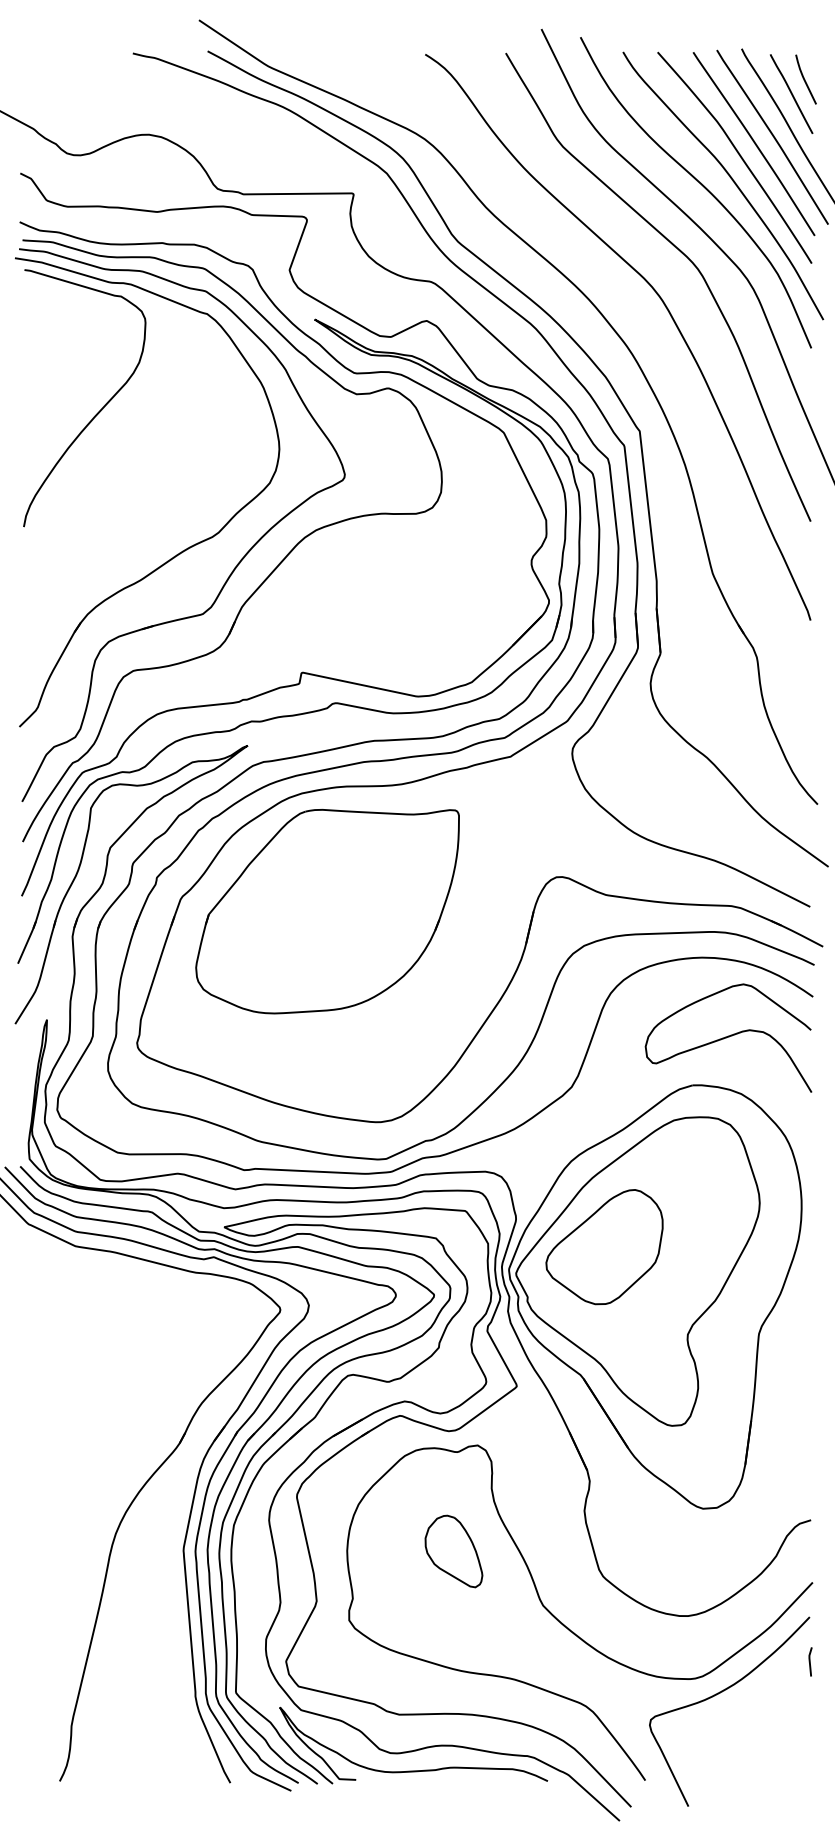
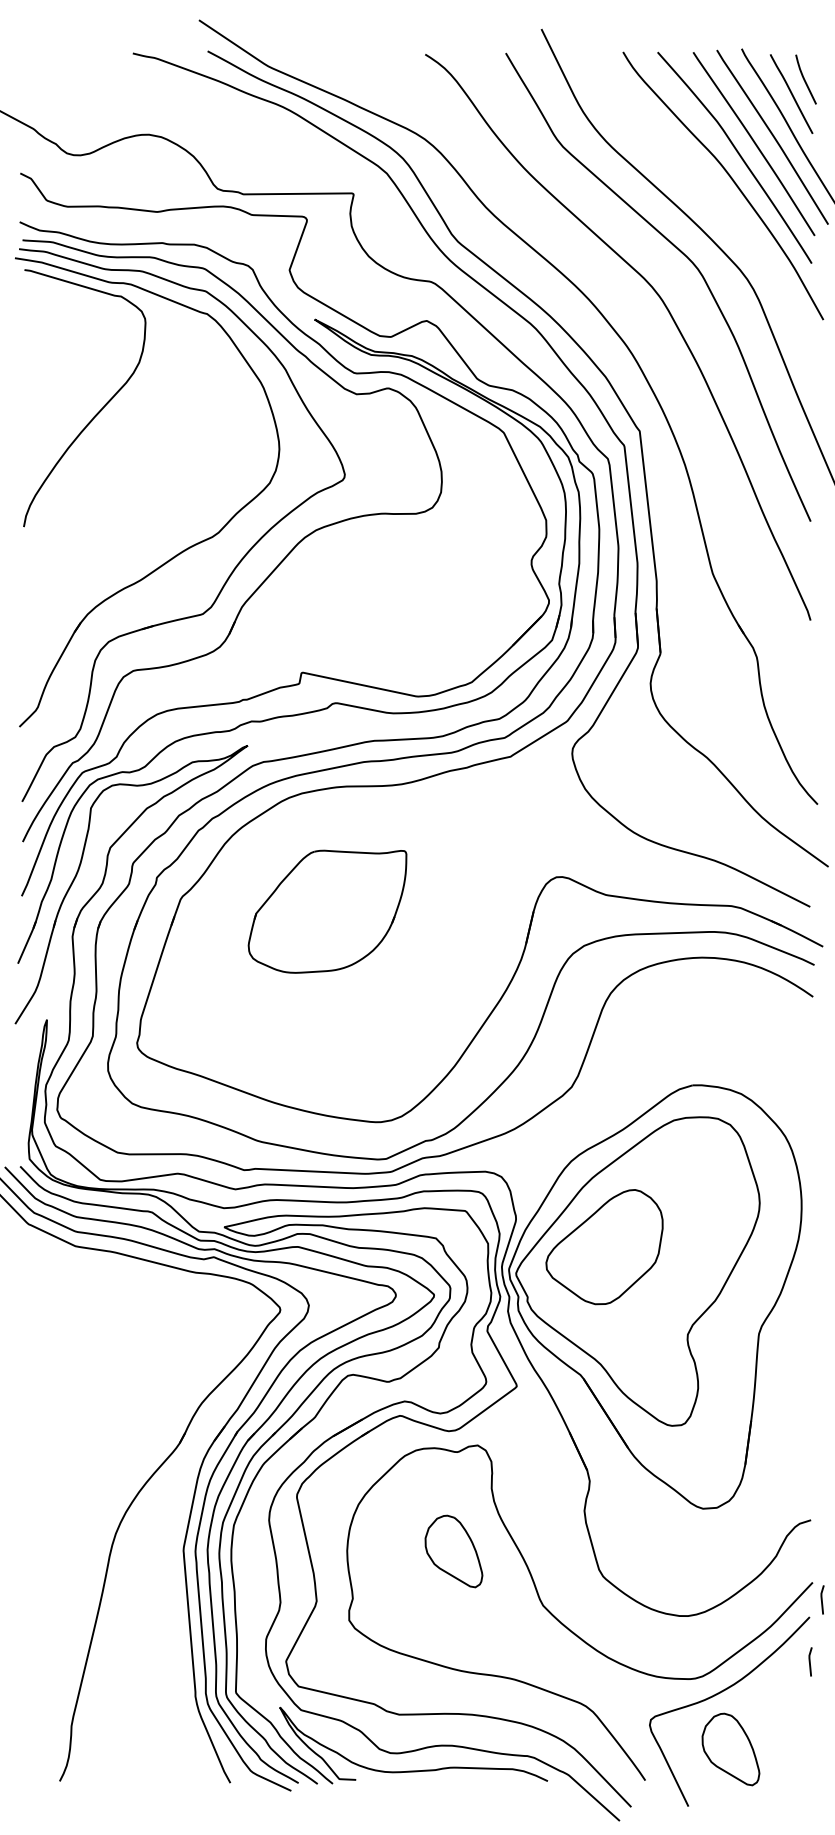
curve at (701, 185): present -> none
part at (327, 911) size: 265x206 px -> 161x125 px
curve at (728, 1037): present -> none
line at (822, 1599): none -> present
part at (730, 1749): none -> present
